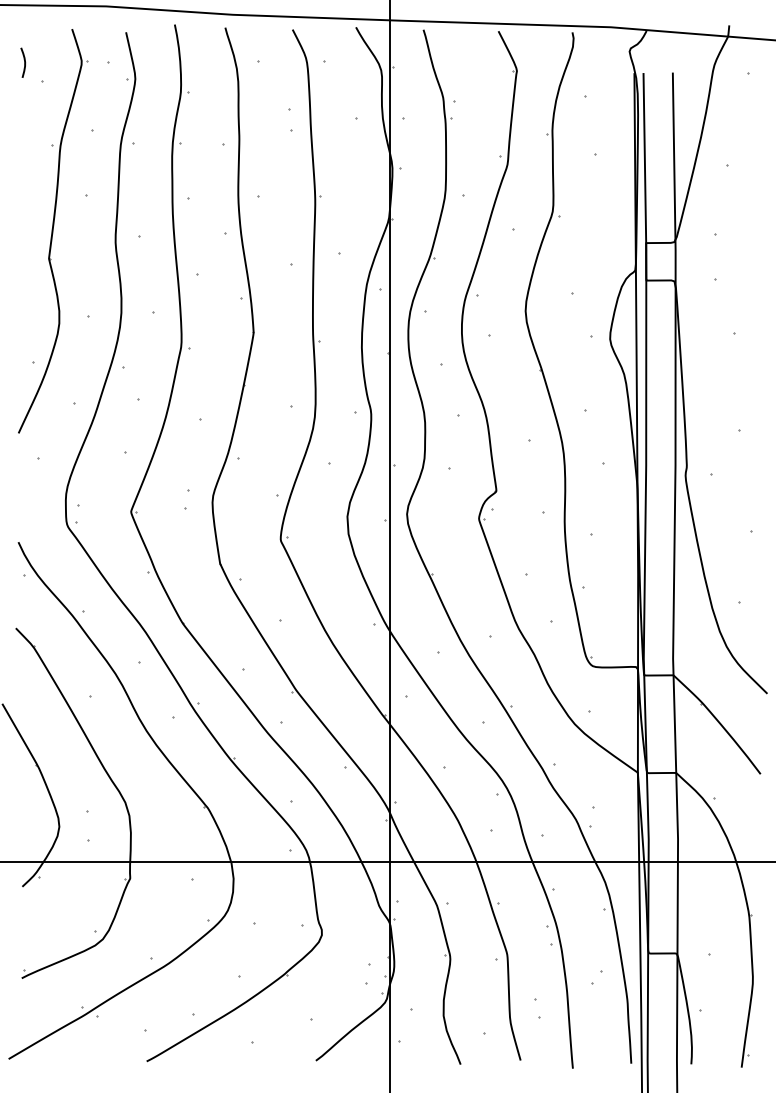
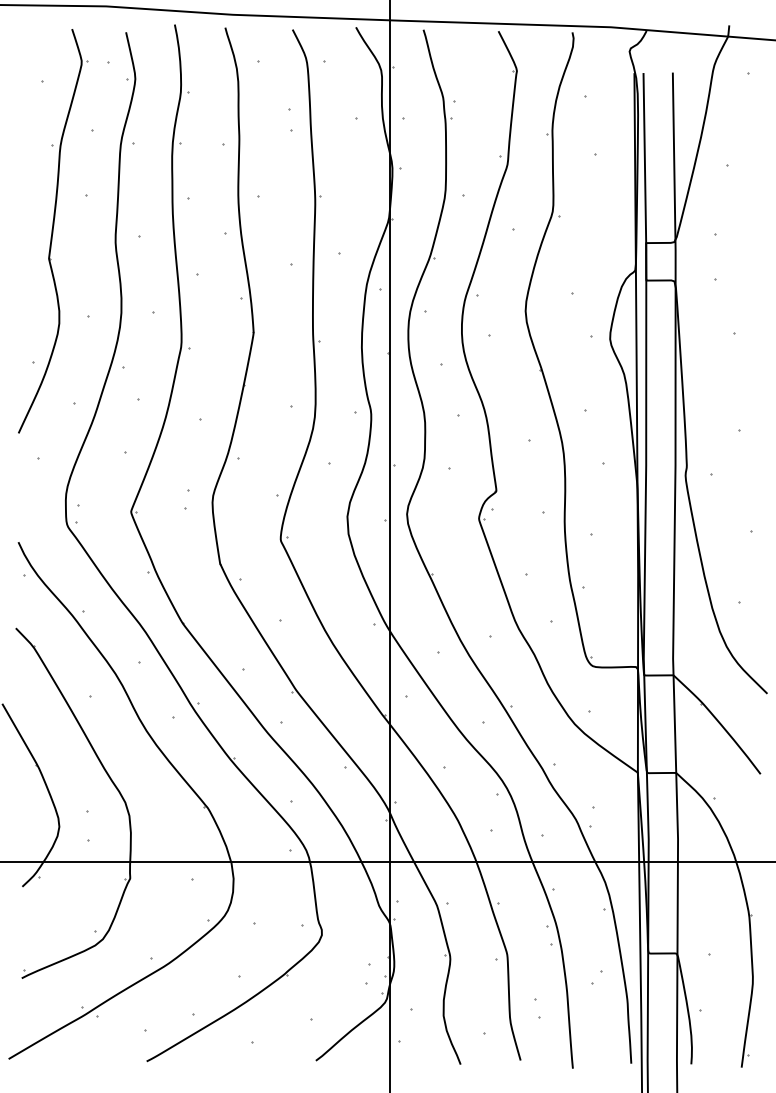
curve at (24, 62): present -> none
